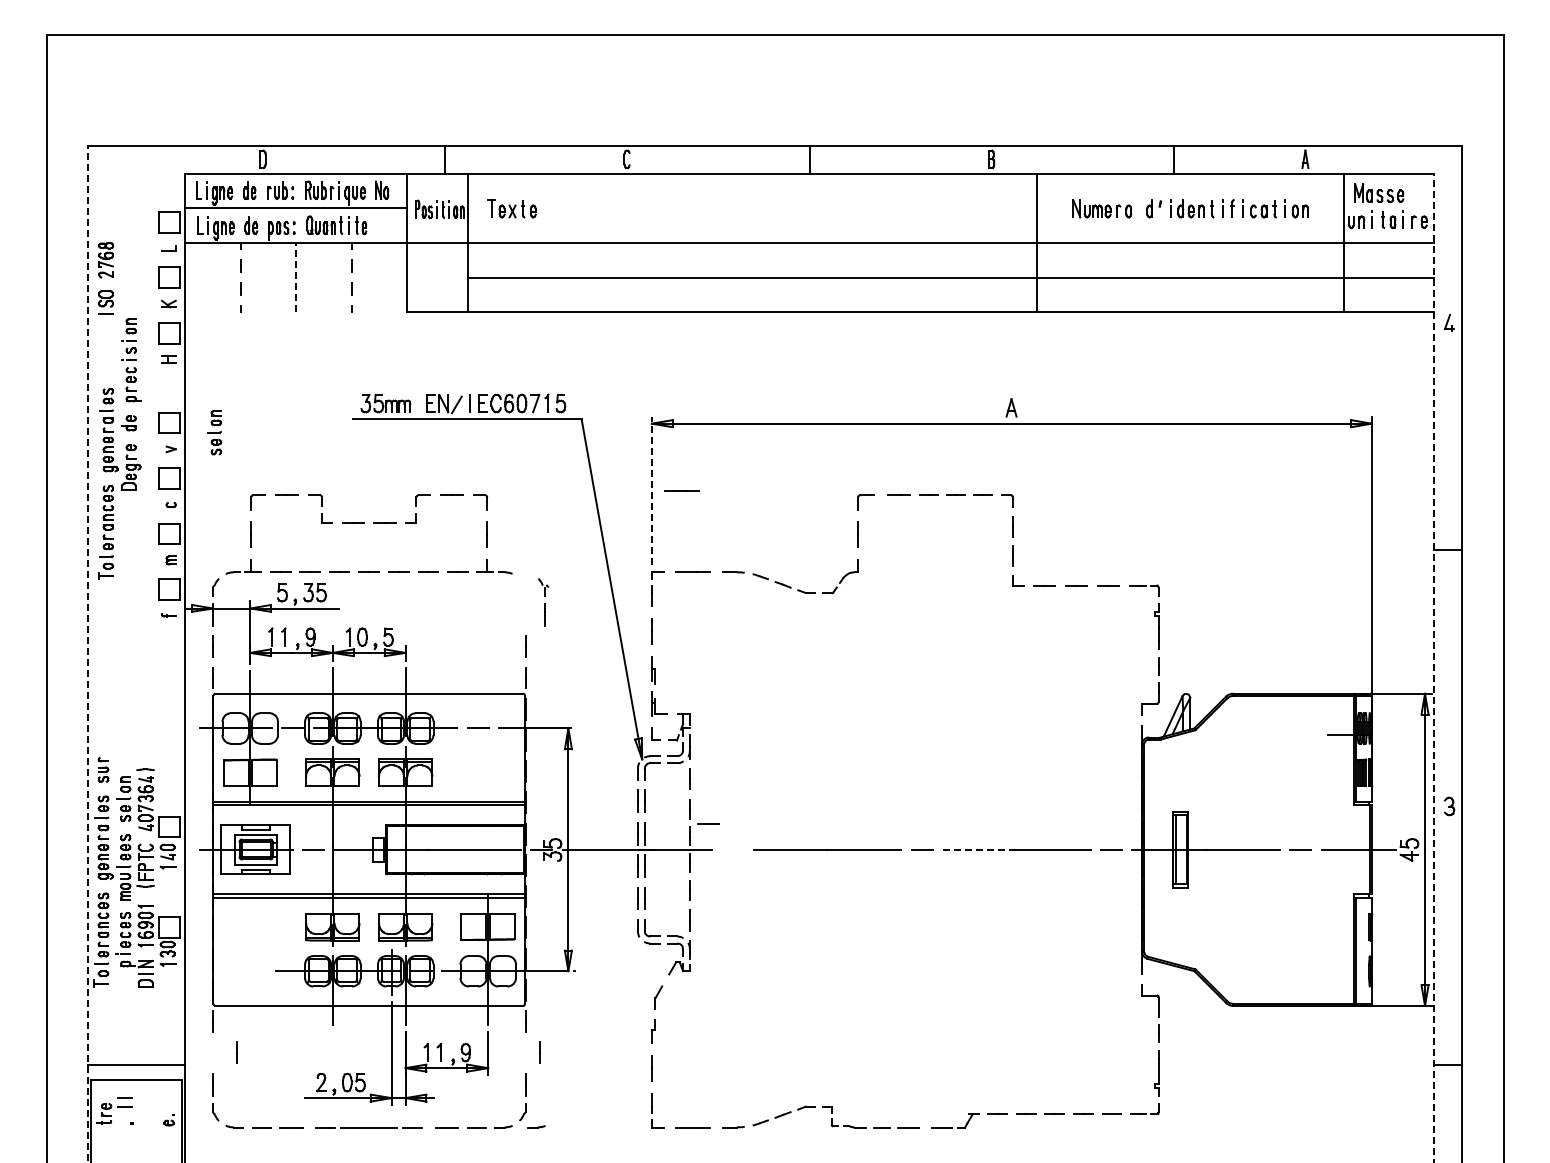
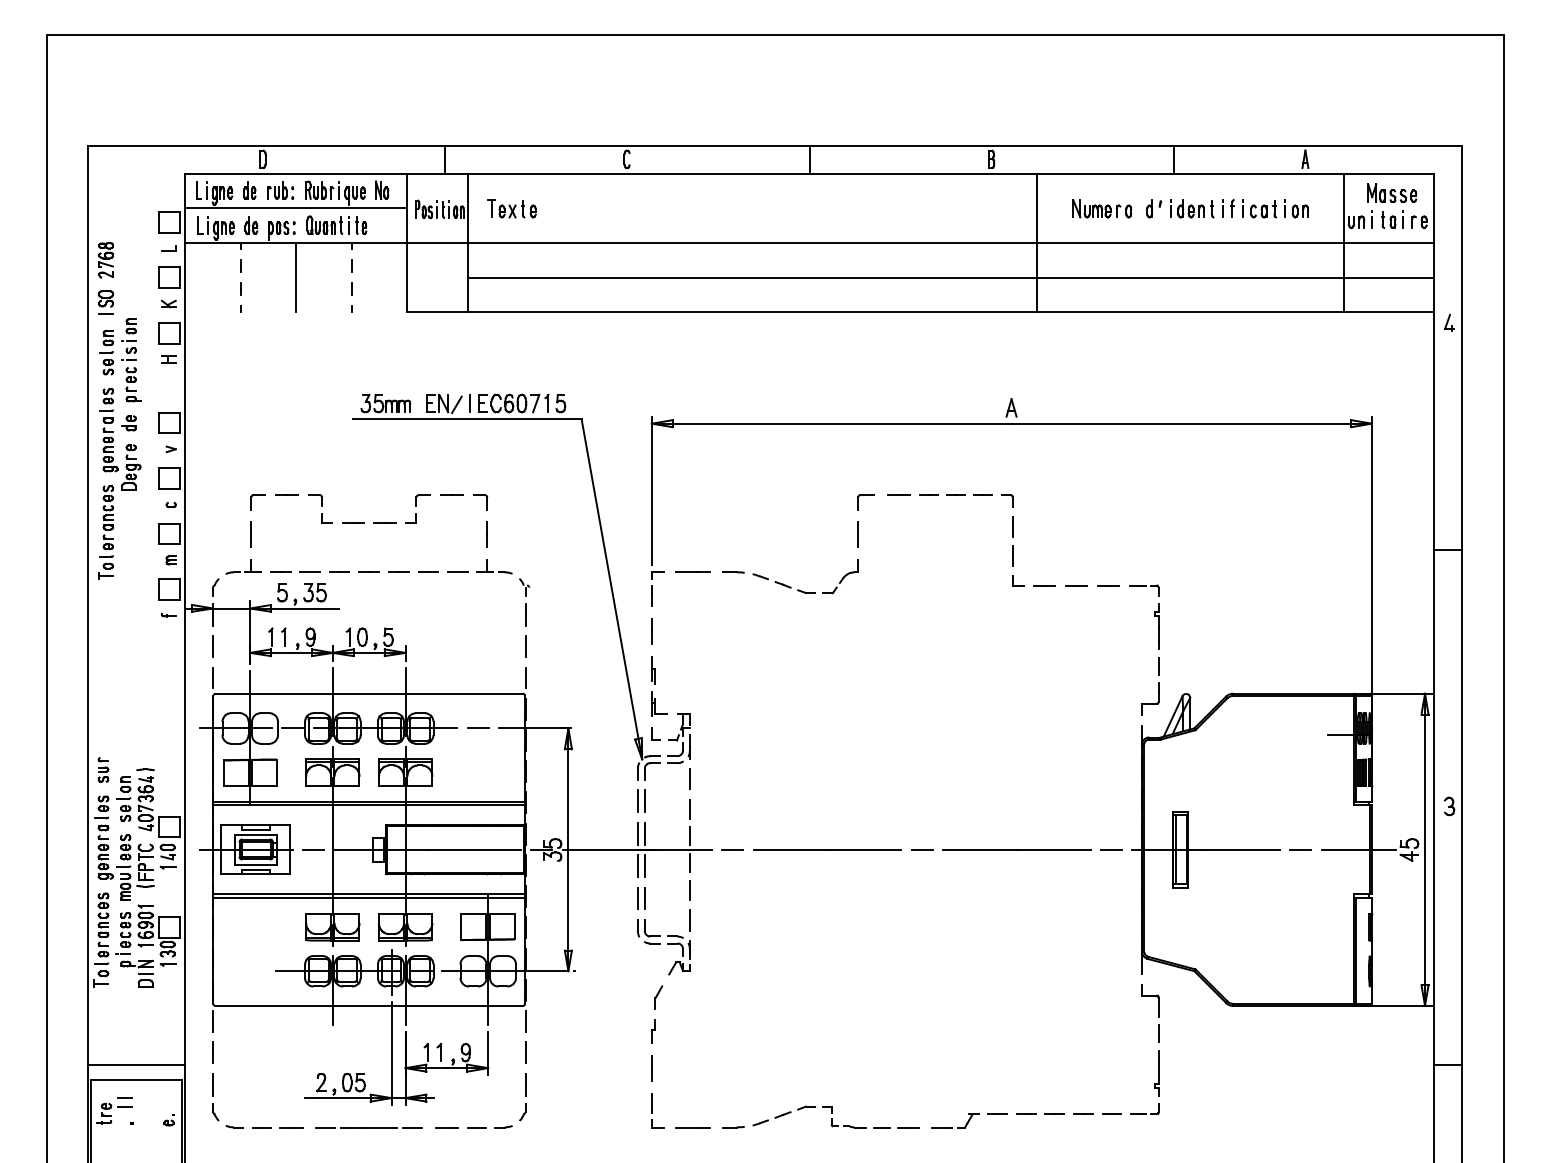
part at (1379, 192) position: (1379, 192) -> (1392, 192)
line at (295, 277): dashed -> solid
part at (214, 432) position: (214, 432) -> (106, 352)
line at (651, 490): dashed -> solid
line at (681, 490): present -> none
part at (543, 602) position: (543, 602) -> (524, 602)
line at (87, 653): dashed -> solid
line at (1433, 667): dashed -> solid
line at (708, 823) position: (708, 823) -> (732, 849)
line at (980, 849): dashed -> solid
line at (236, 1052) position: (236, 1052) -> (212, 1052)
line at (539, 1052) position: (539, 1052) -> (525, 1052)
line at (537, 1126): present -> none
